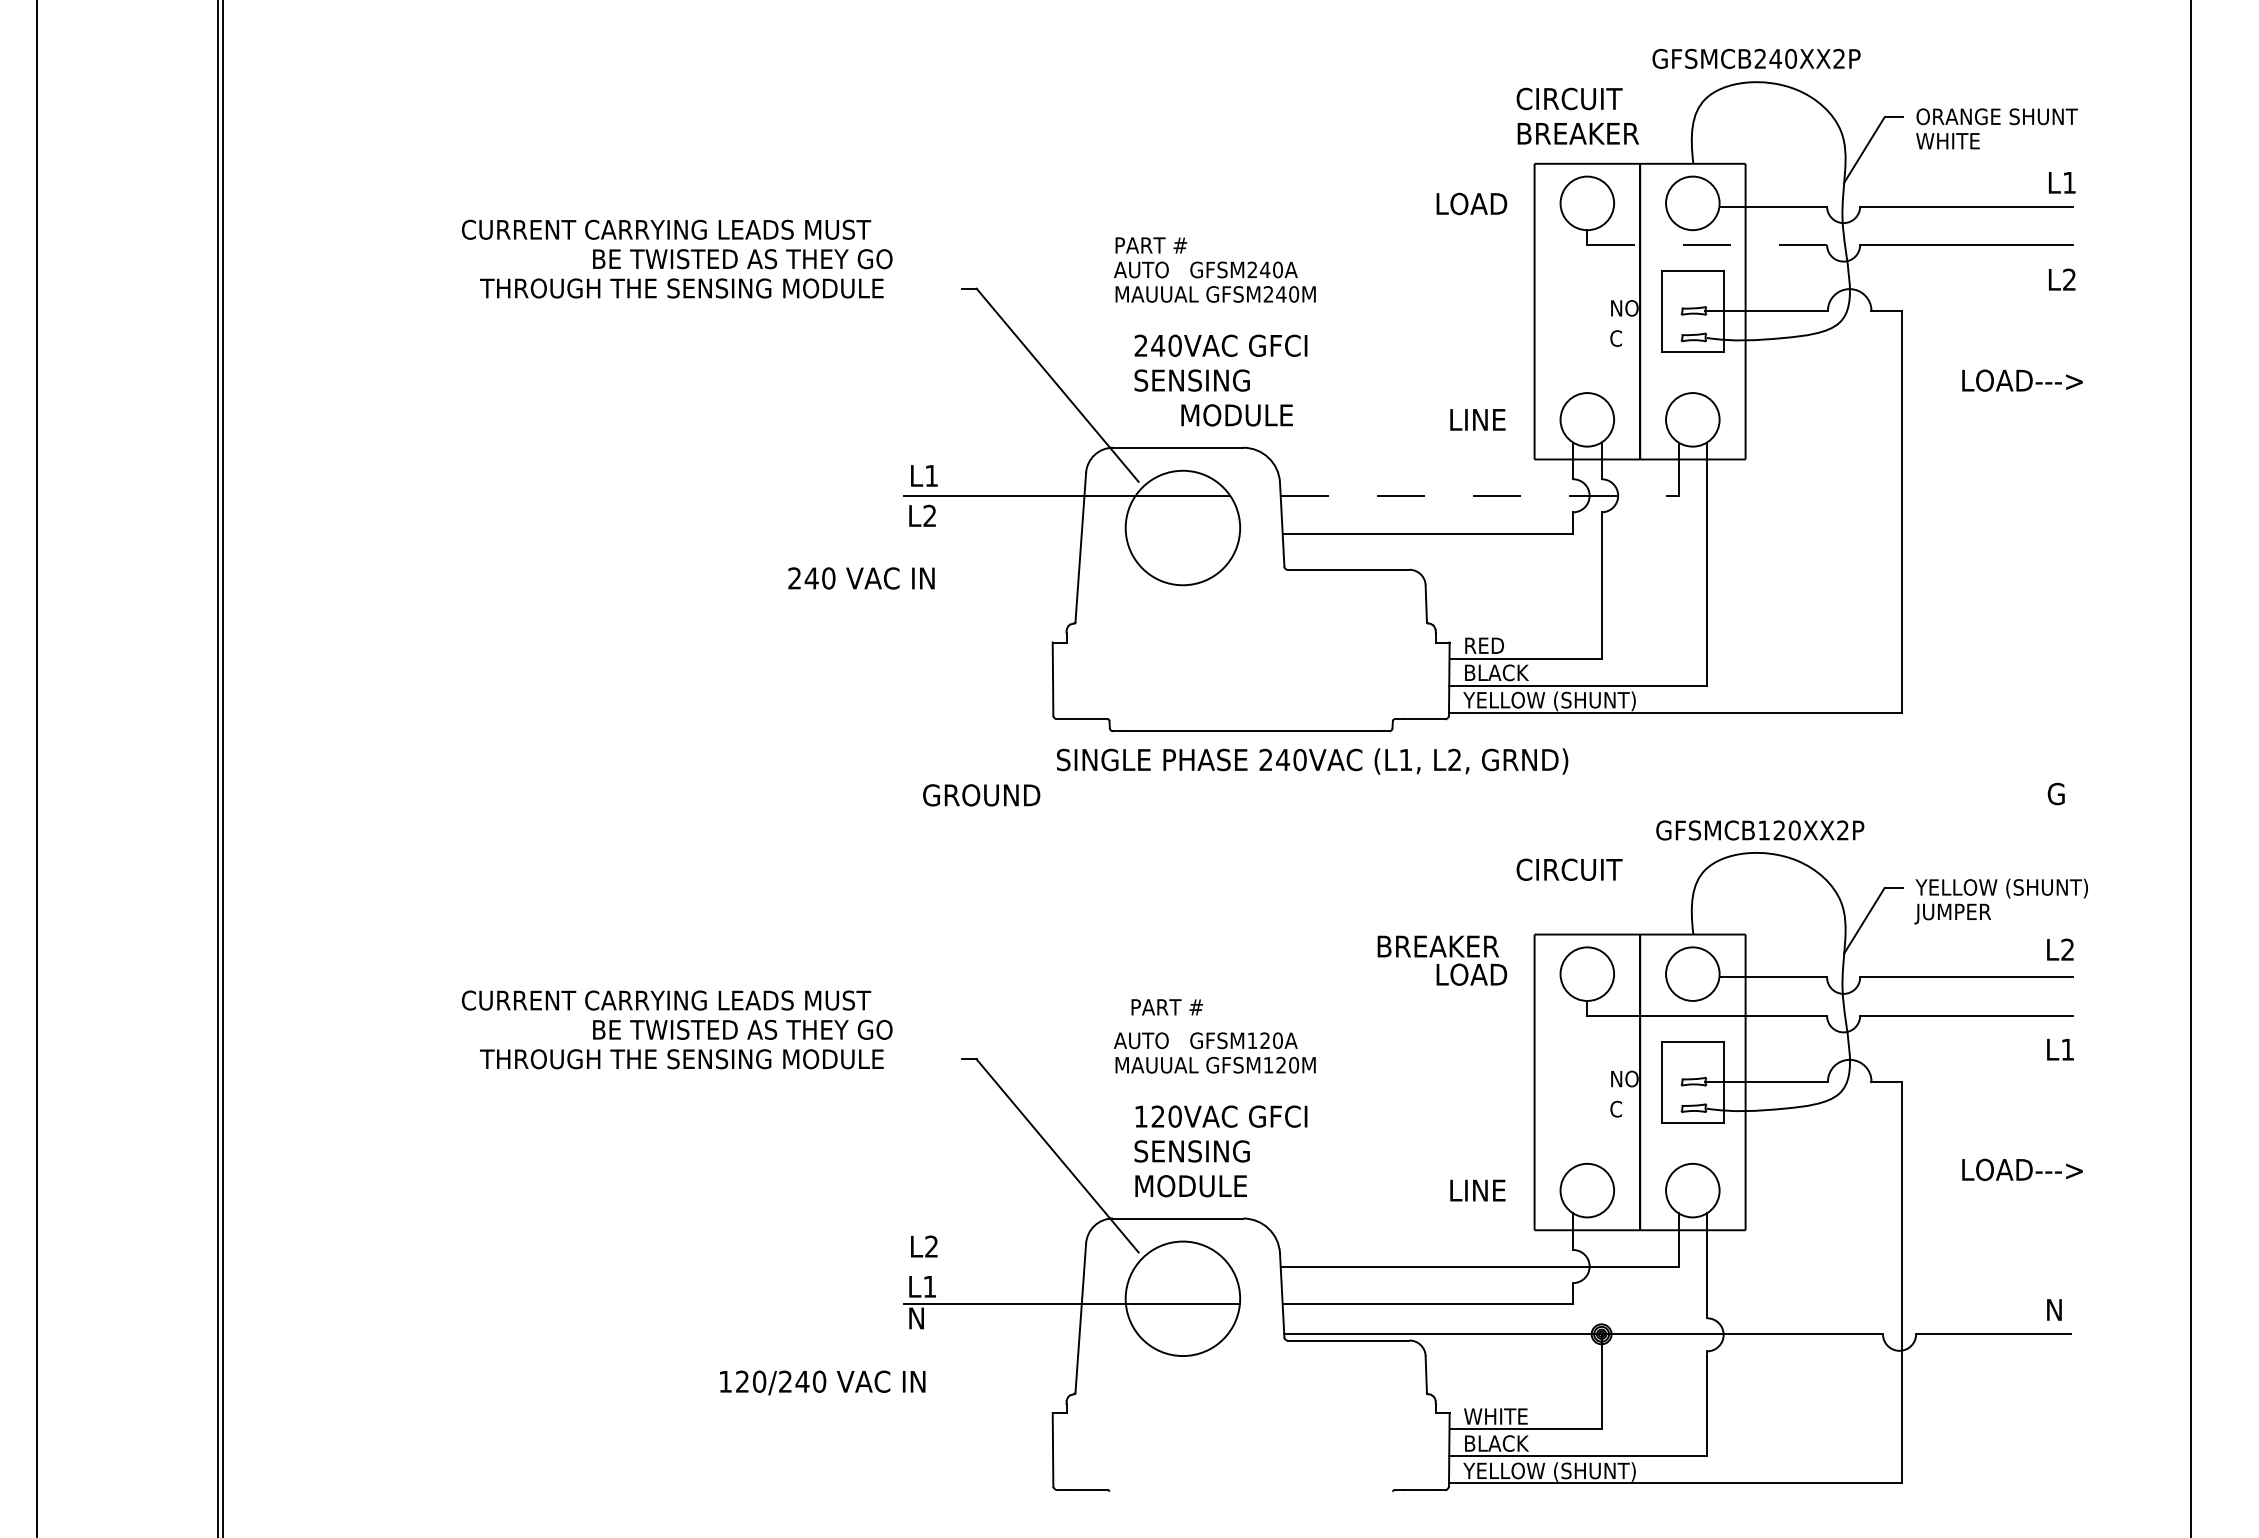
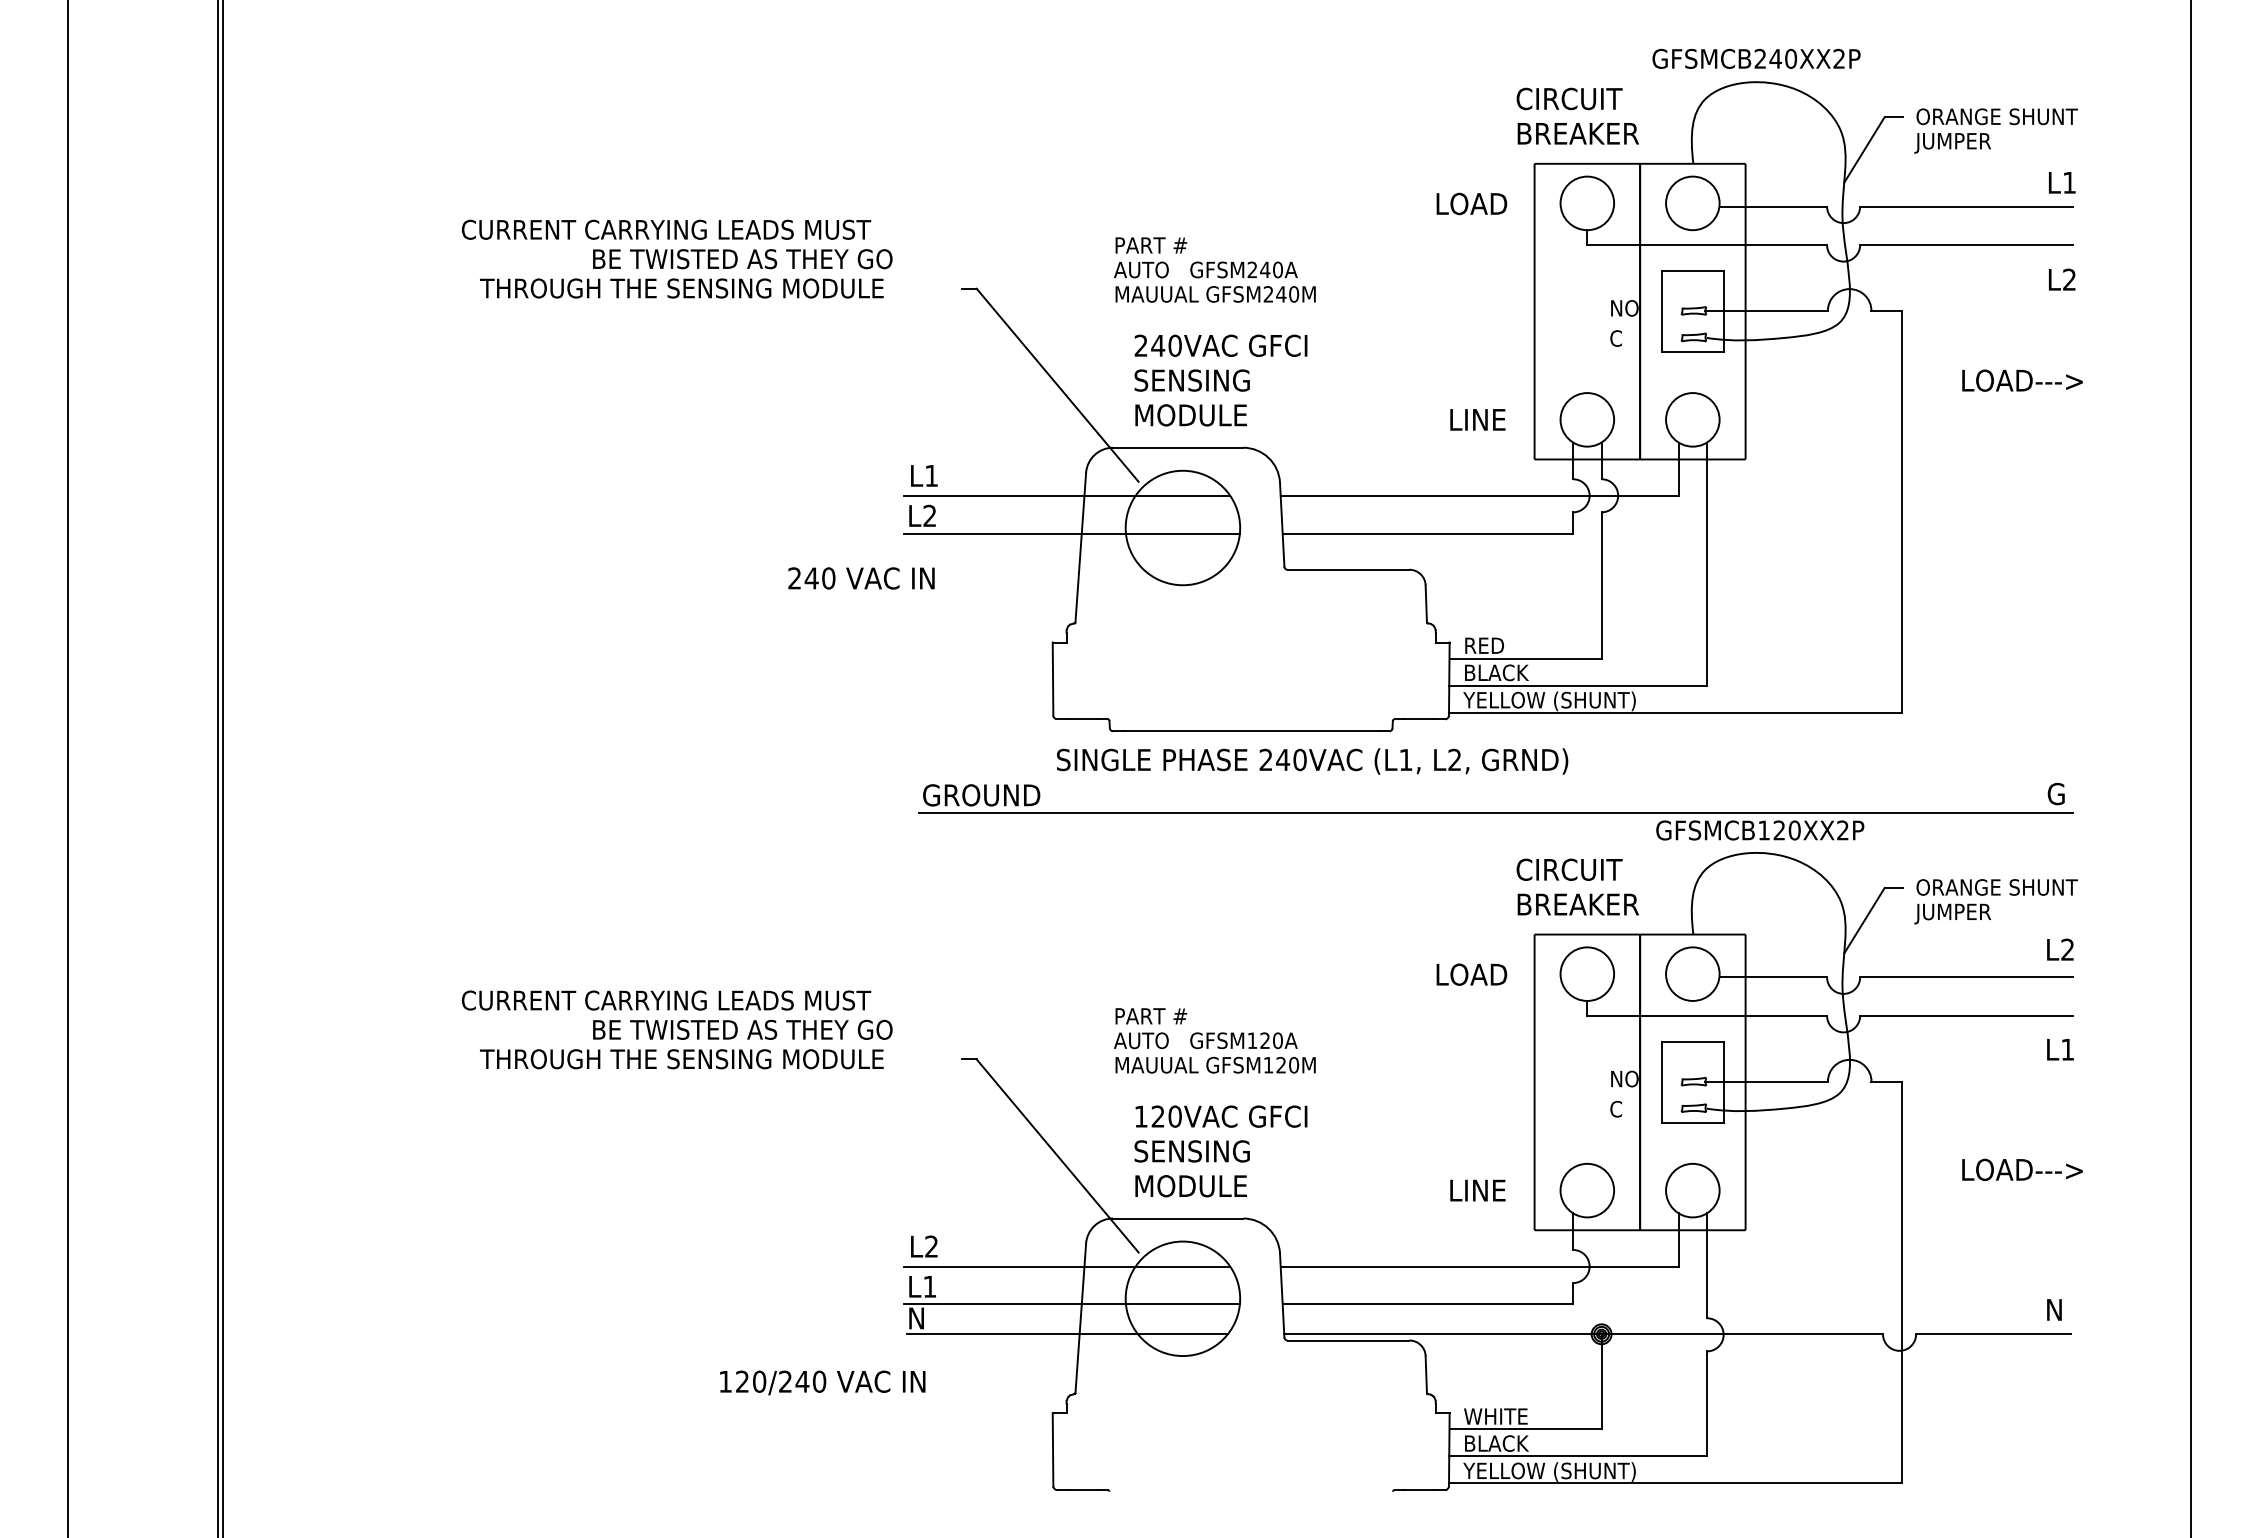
text at (1952, 143): WHITE -> JUMPER
line at (1707, 245): dashed -> solid
text at (1236, 415) position: (1236, 415) -> (1190, 415)
line at (1479, 495): dashed -> solid
line at (1071, 533): none -> present
line at (36, 768) position: (36, 768) -> (67, 768)
line at (1495, 812): none -> present
text at (2001, 888): YELLOW (SHUNT) -> ORANGE SHUNT
text at (1437, 946) position: (1437, 946) -> (1577, 904)
text at (1167, 1007) position: (1167, 1007) -> (1151, 1016)
line at (1067, 1266): none -> present
line at (1067, 1334): none -> present
